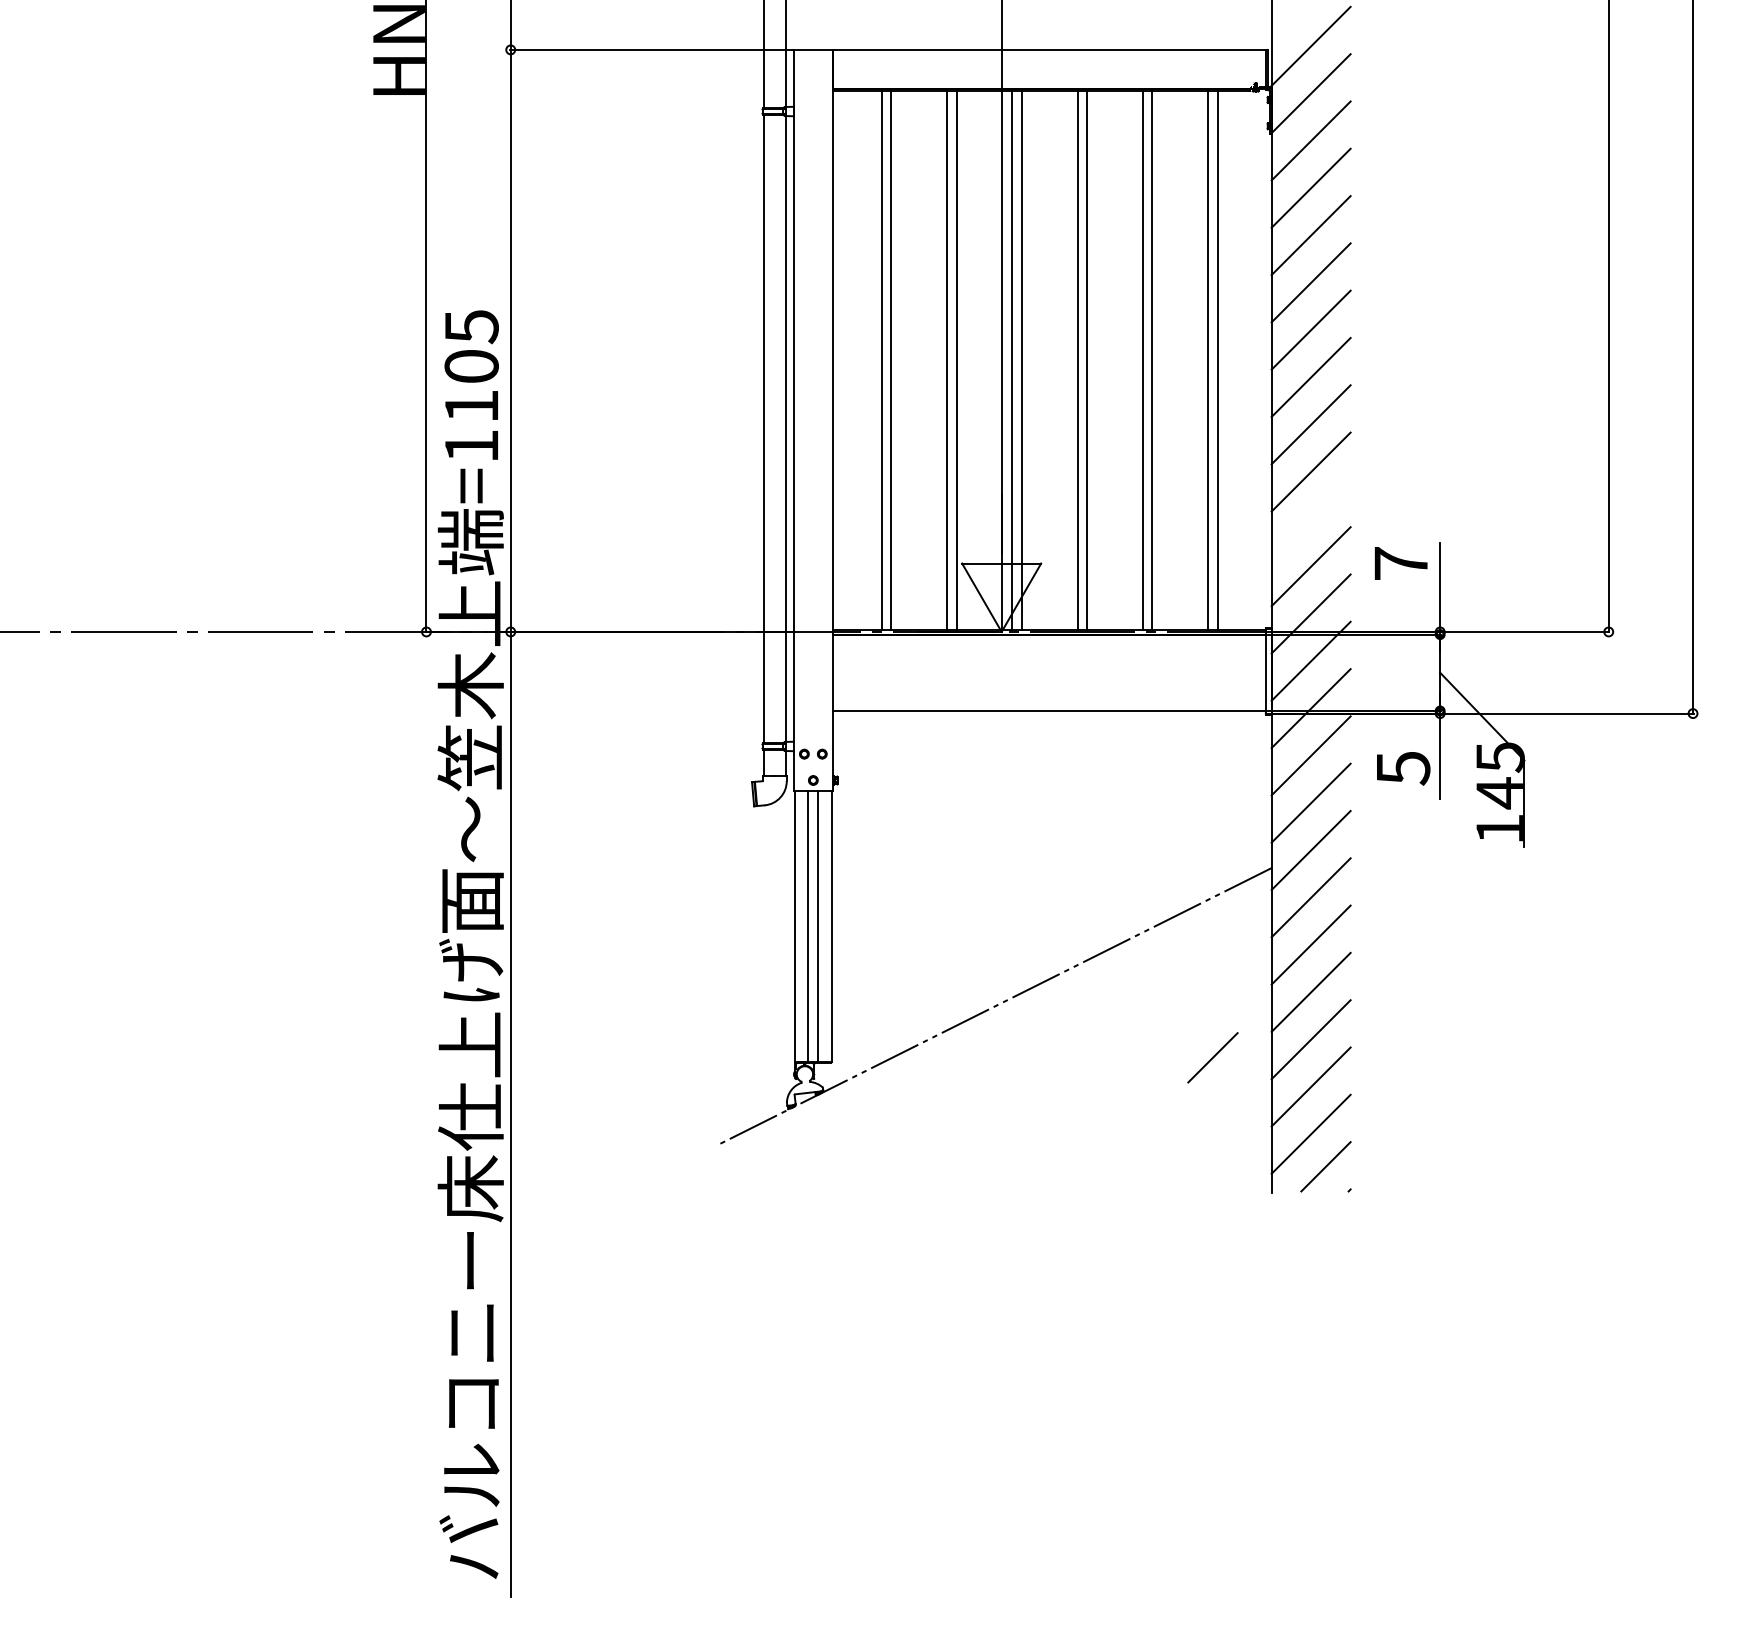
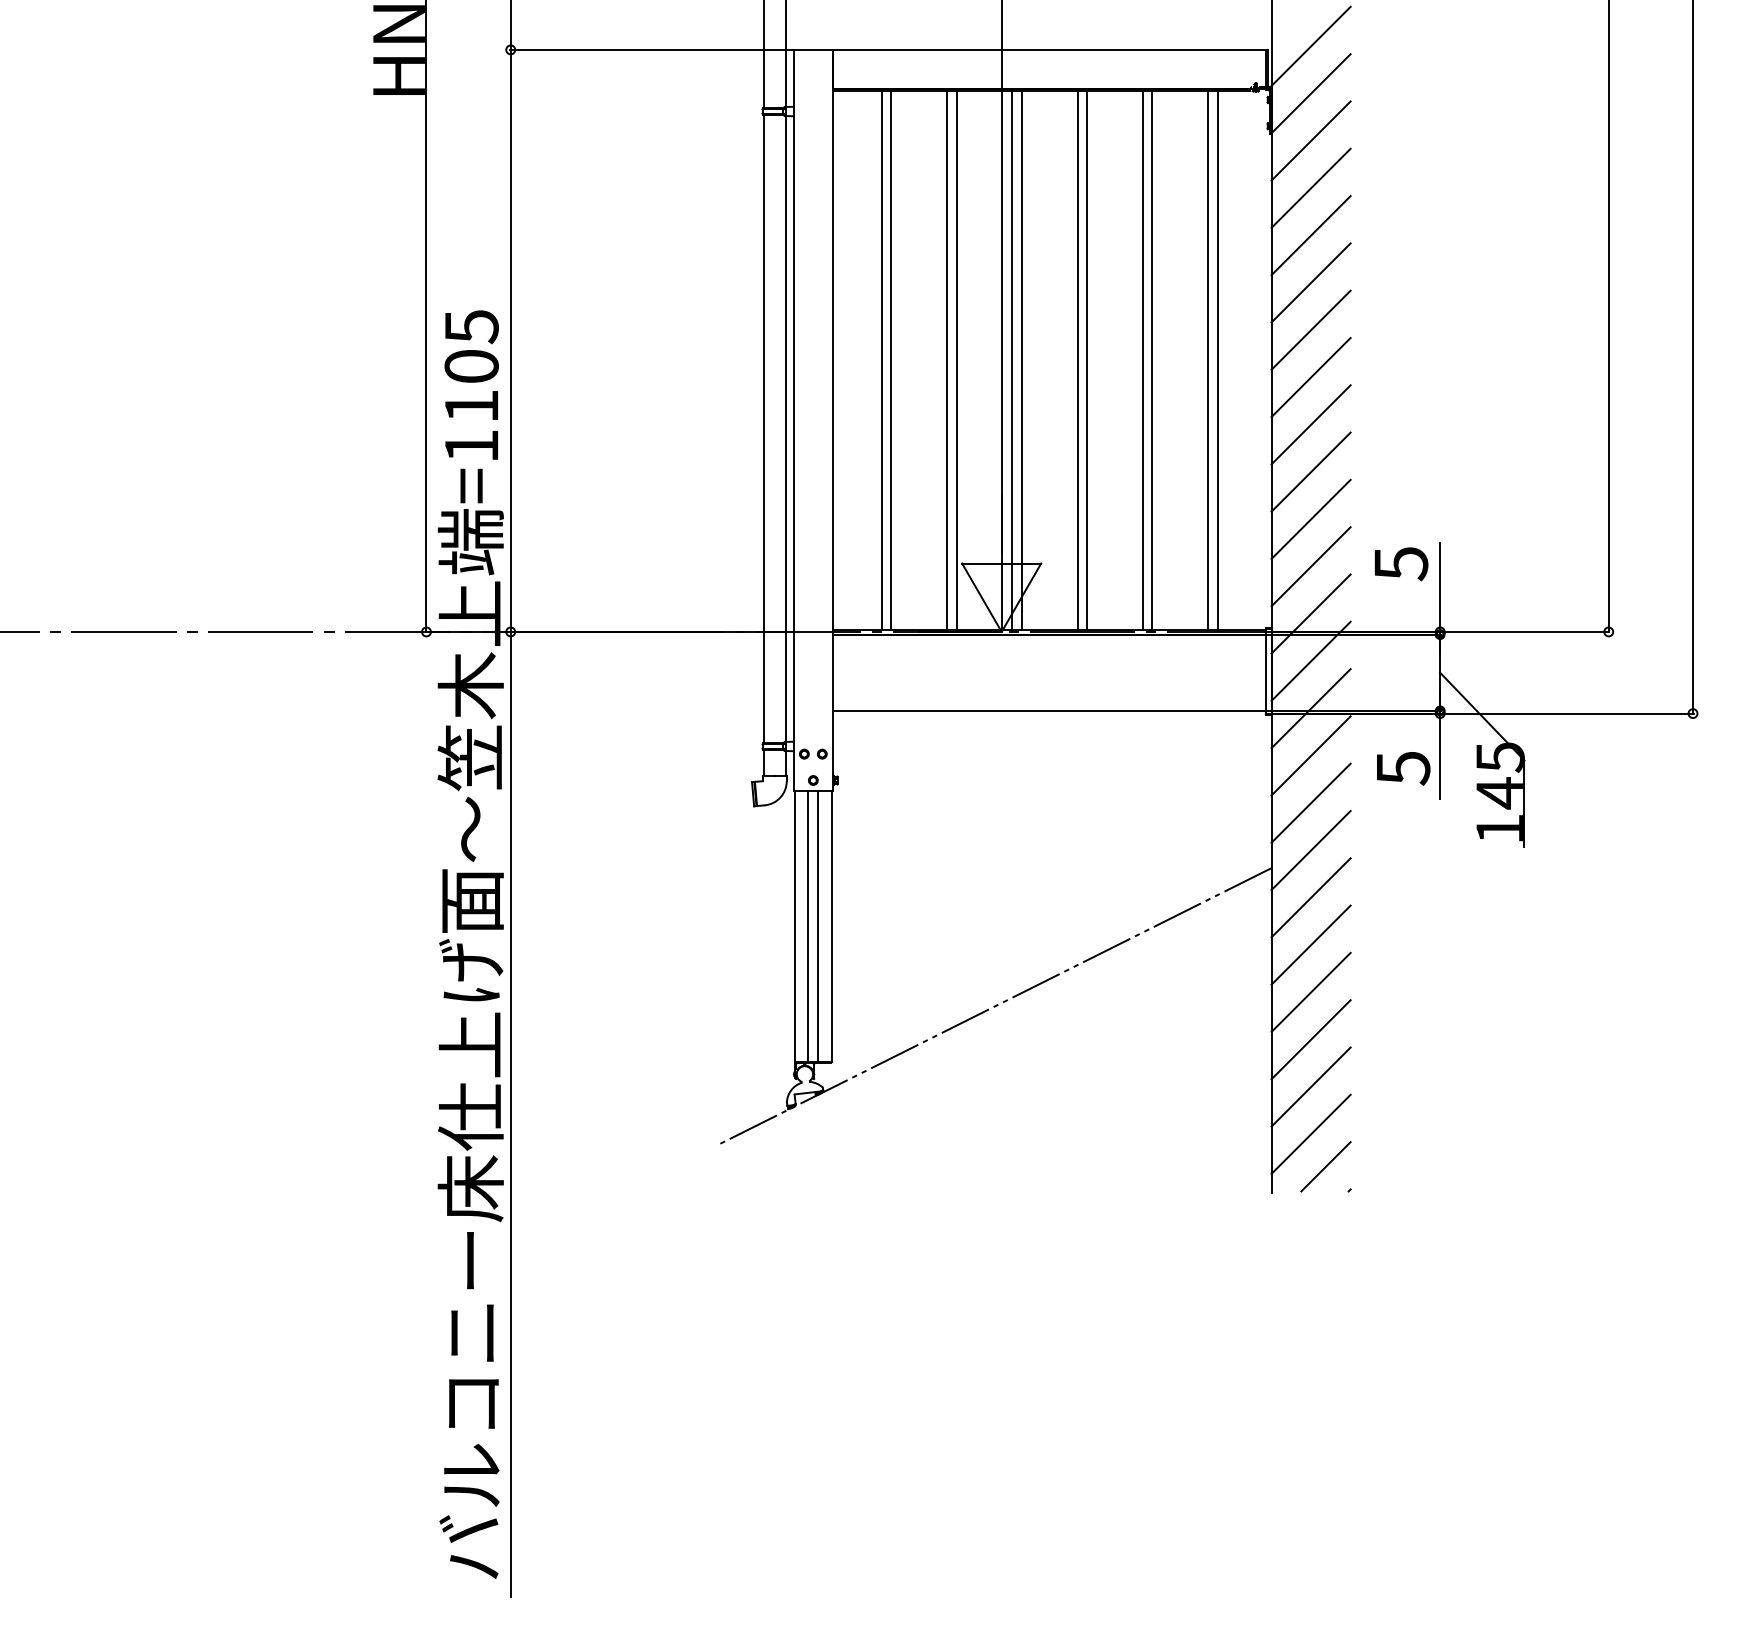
line at (1310, 518): none -> present
text at (1401, 564): 7 -> 5
line at (1212, 1057): present -> none
